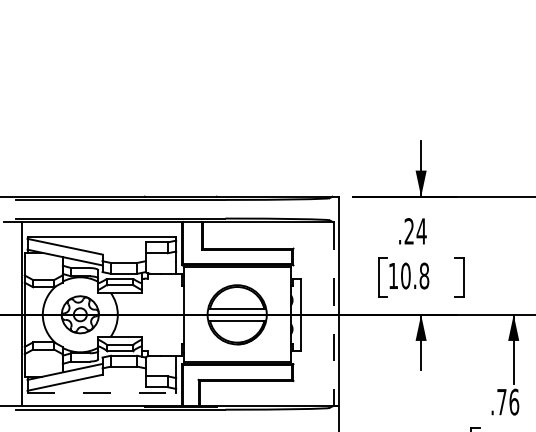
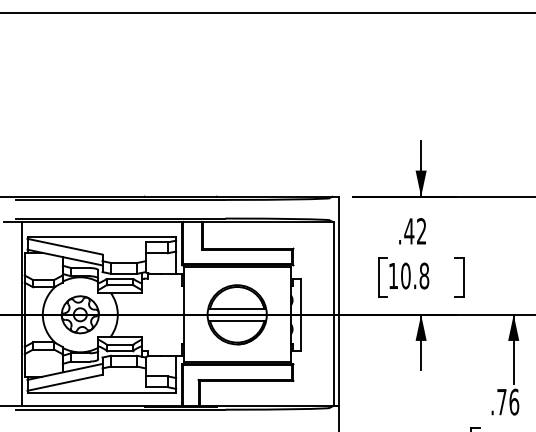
line at (267, 12): none -> present
text at (415, 231): .24 -> .42
line at (333, 314): dashed -> solid
line at (102, 392): dashed -> solid
